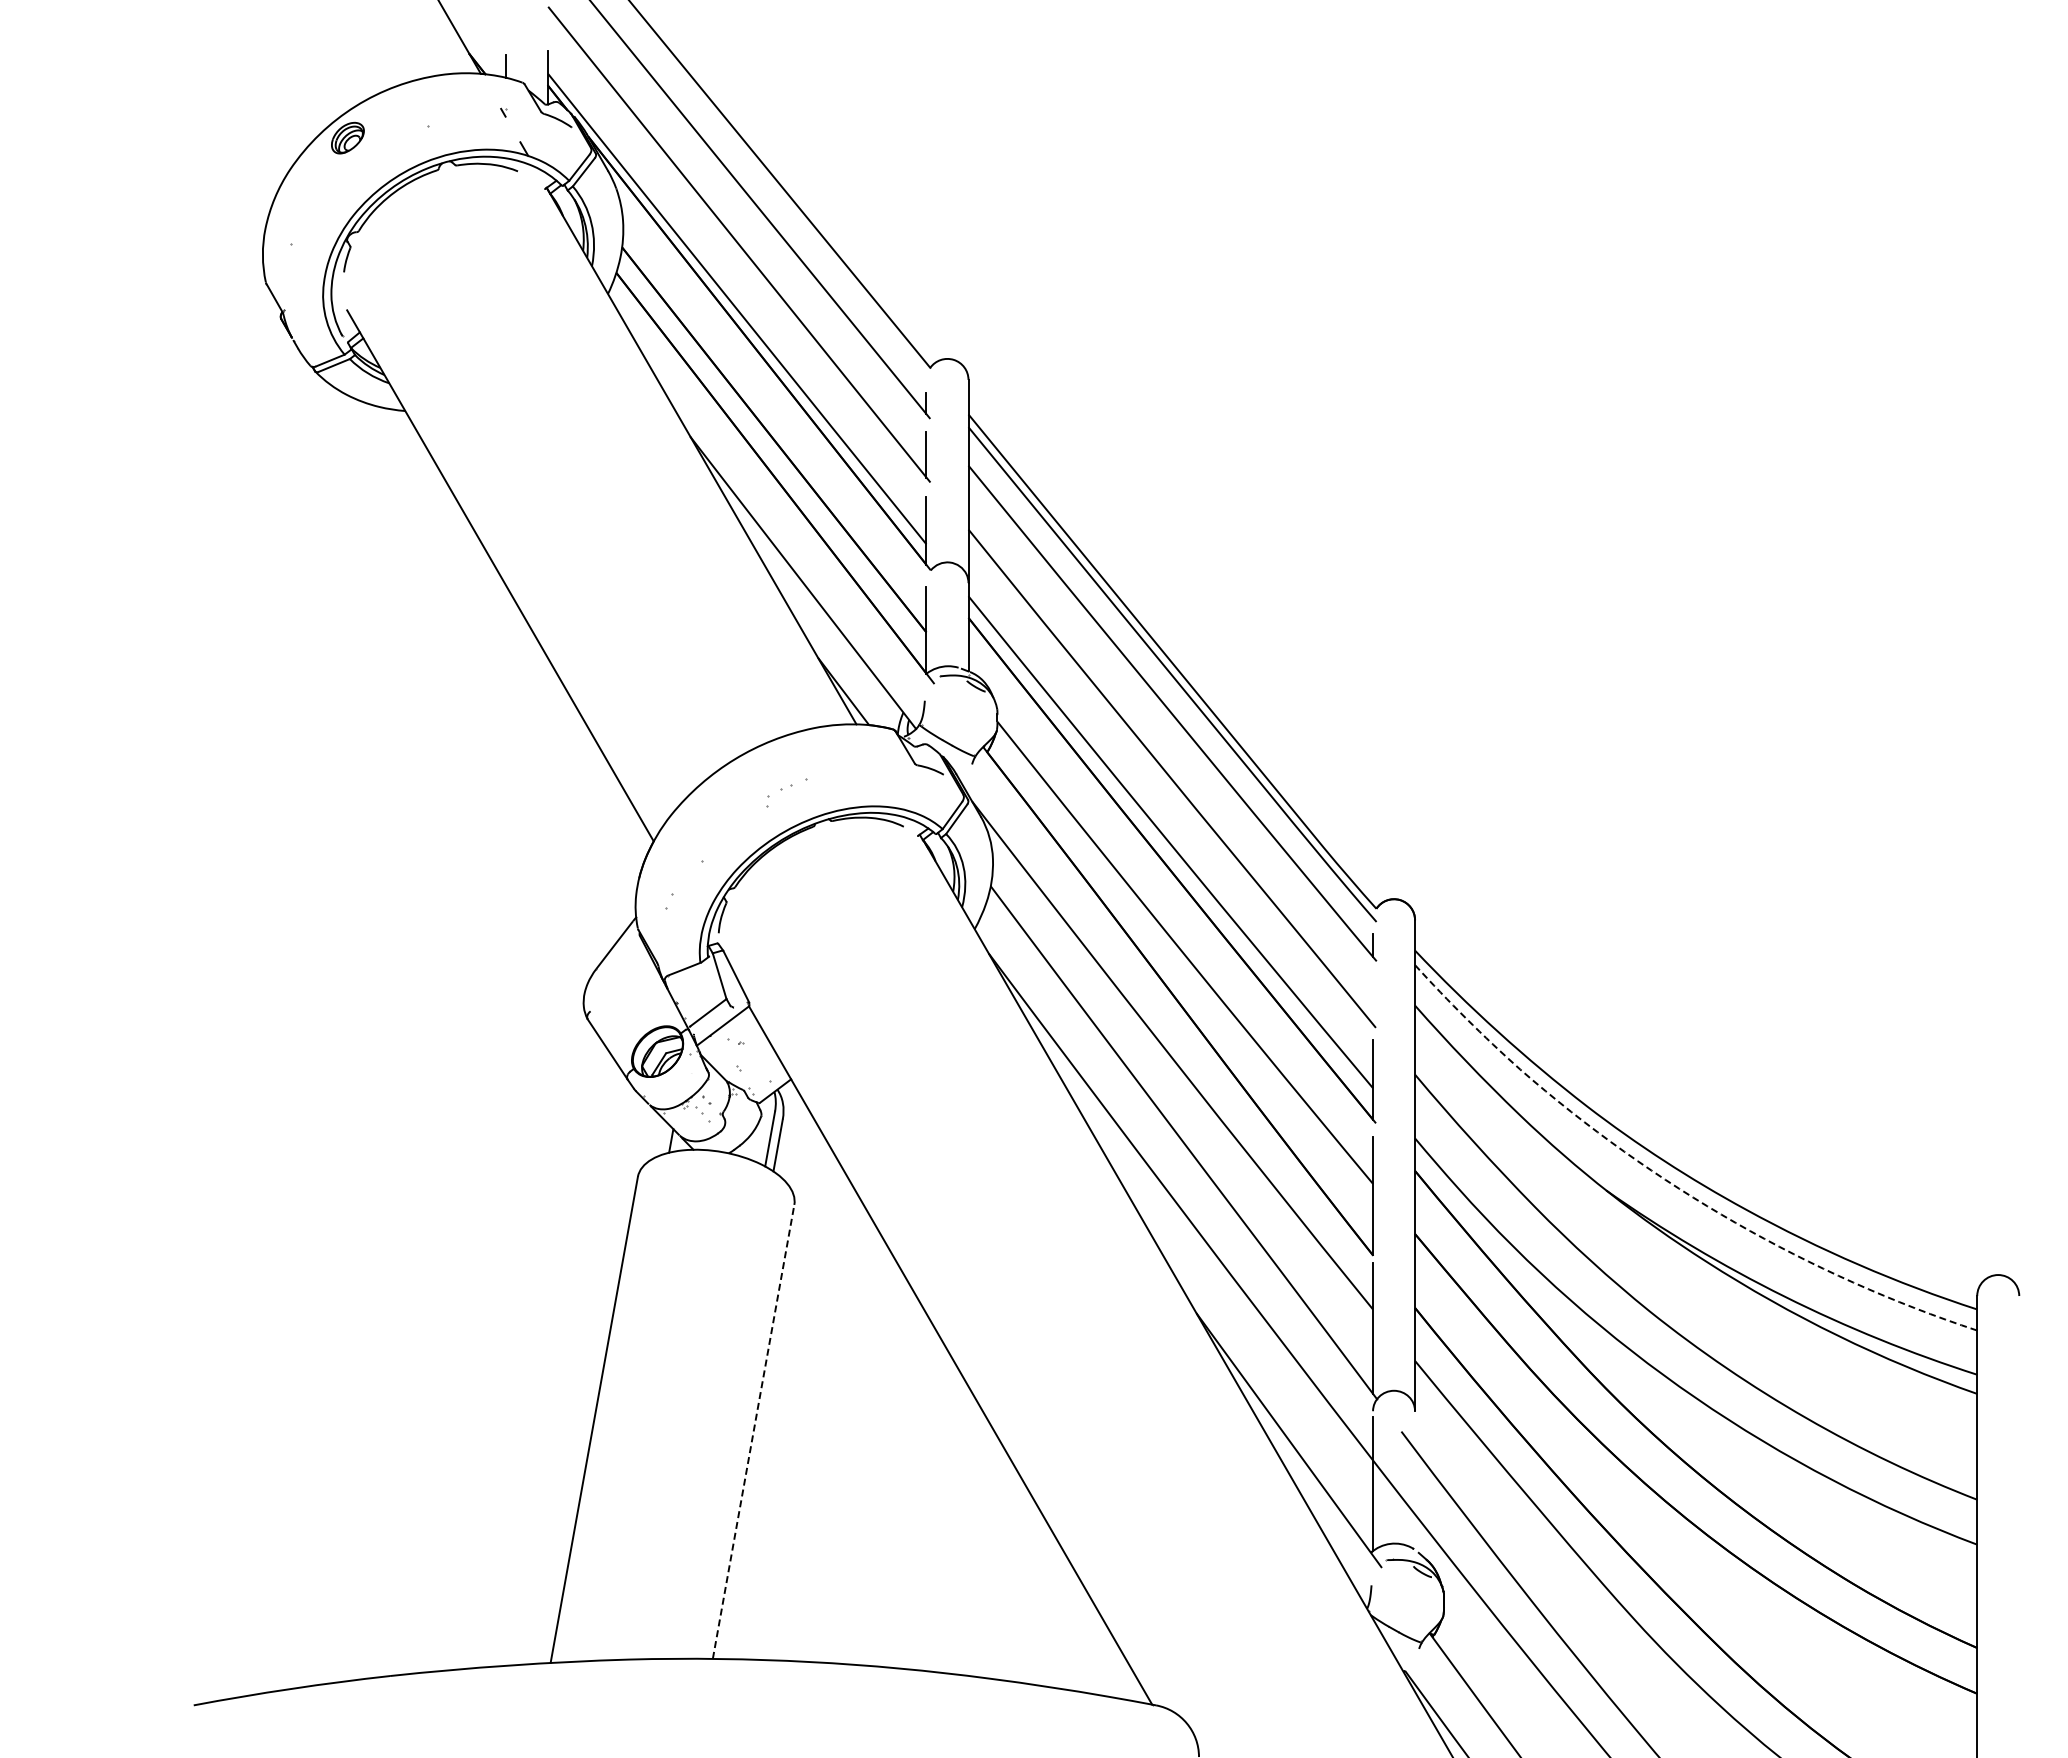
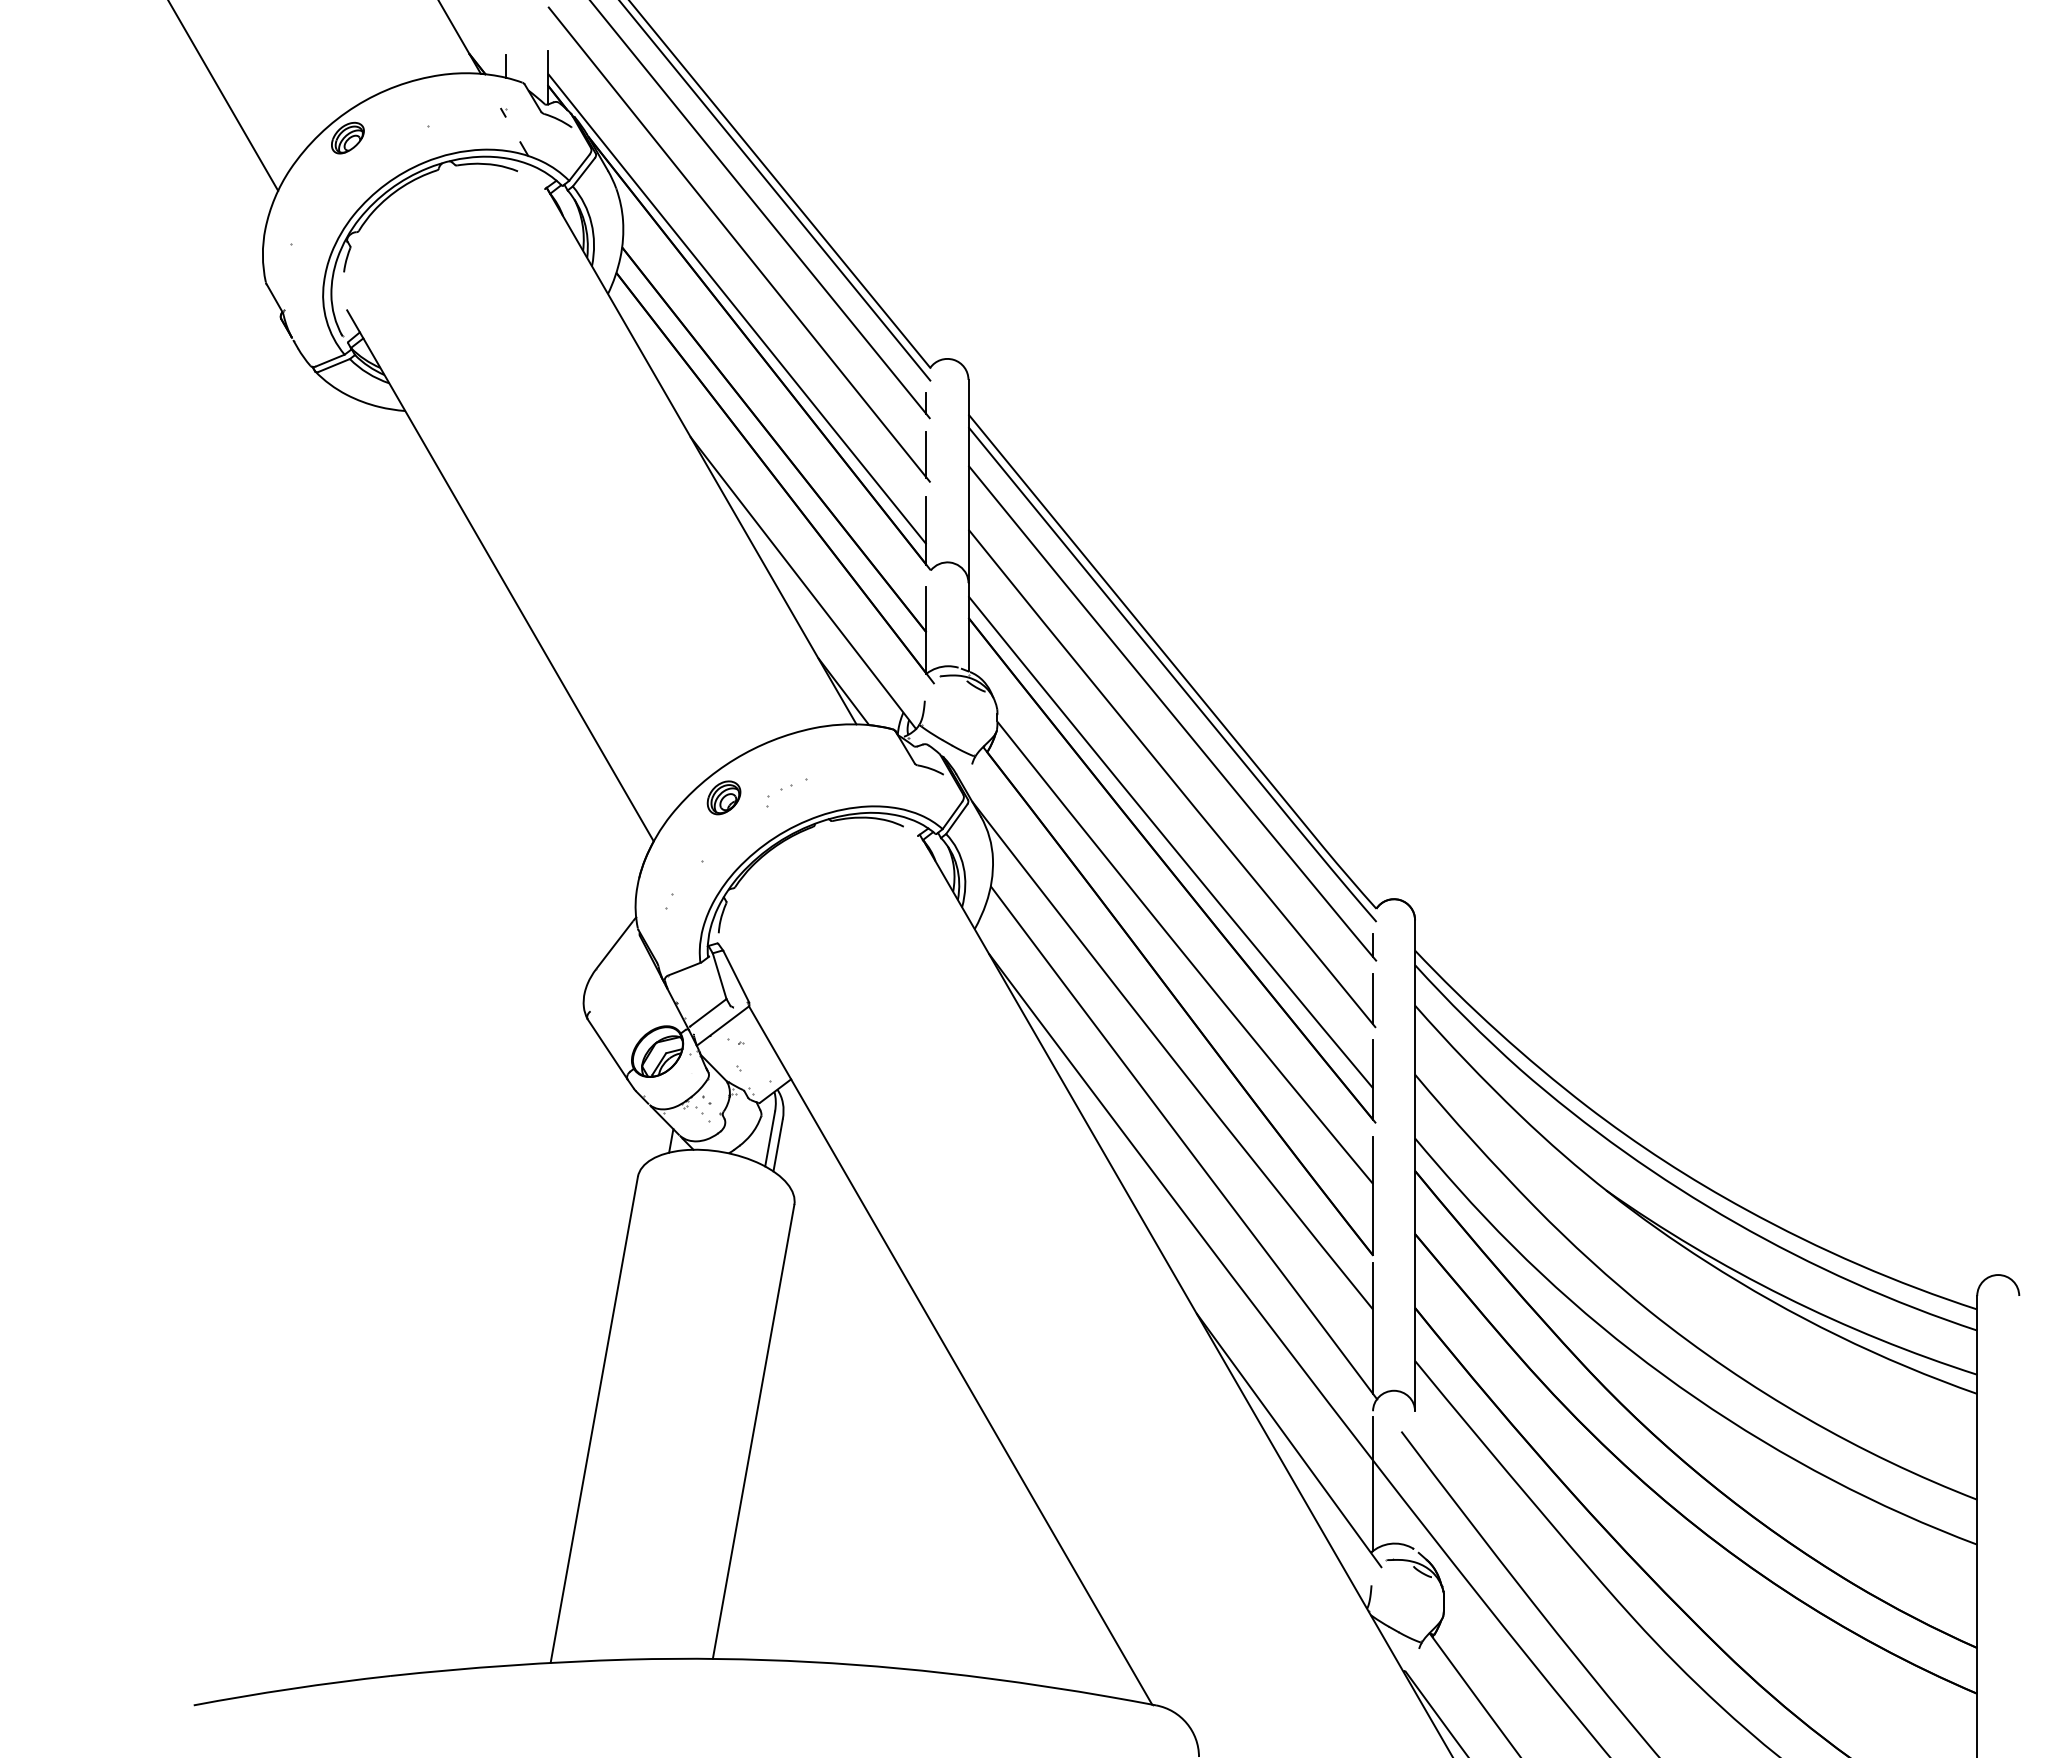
line at (223, 96): none -> present
line at (775, 191): none -> present
part at (723, 797): none -> present
line at (1373, 999): none -> present
line at (1673, 1184): dashed -> solid
line at (753, 1431): dashed -> solid
